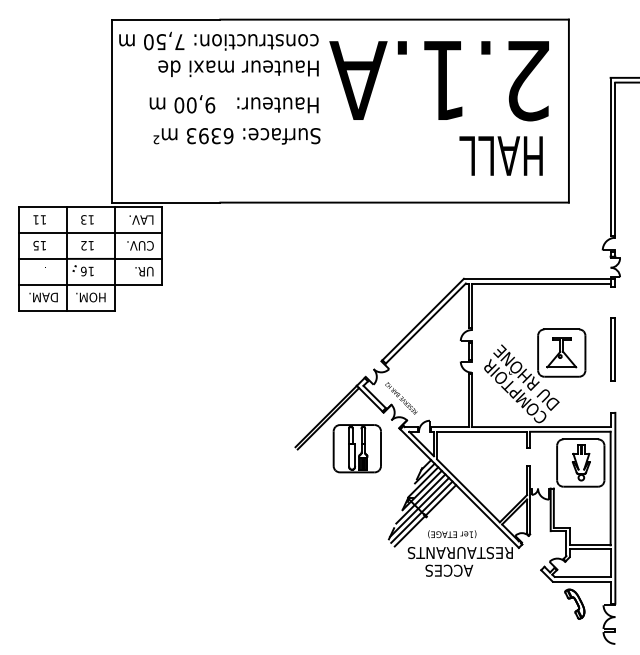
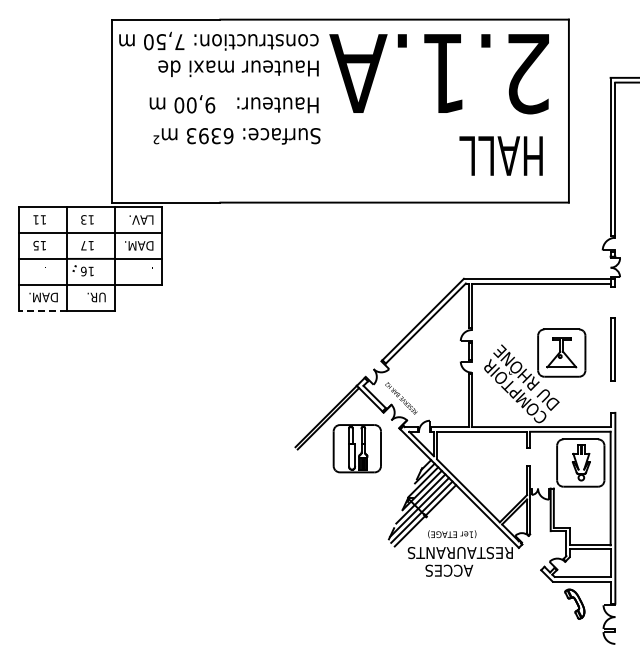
text at (438, 81) position: (438, 81) -> (438, 74)
text at (83, 245): 12 -> 17
text at (139, 245): CUV. -> DAM.
text at (144, 271): UR. -> .
text at (90, 297): HOM. -> UR.
line at (42, 310): solid -> dashed
